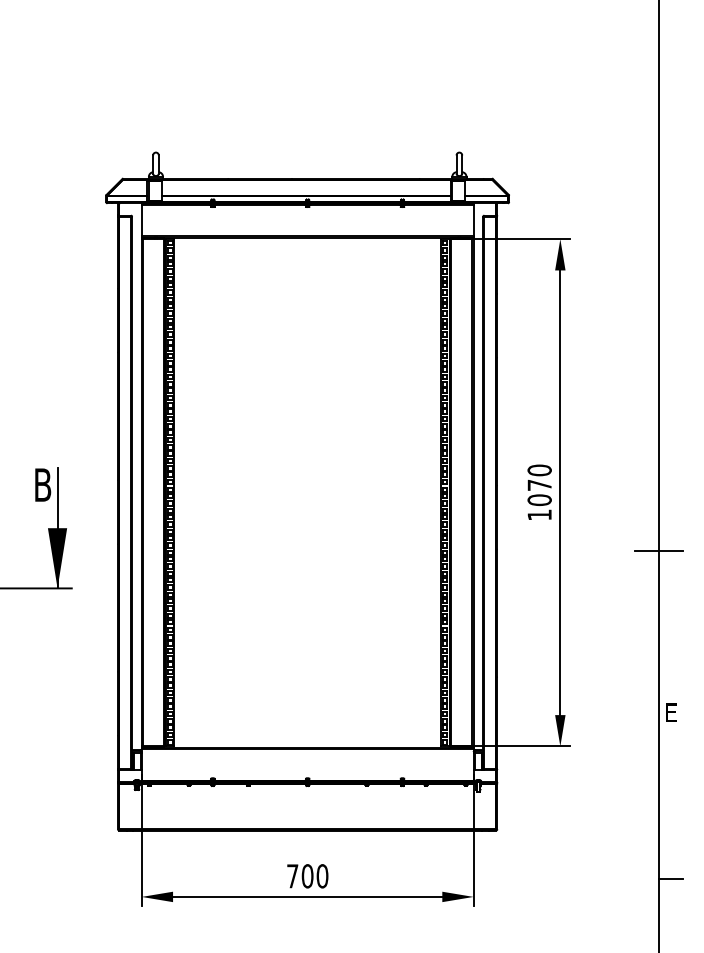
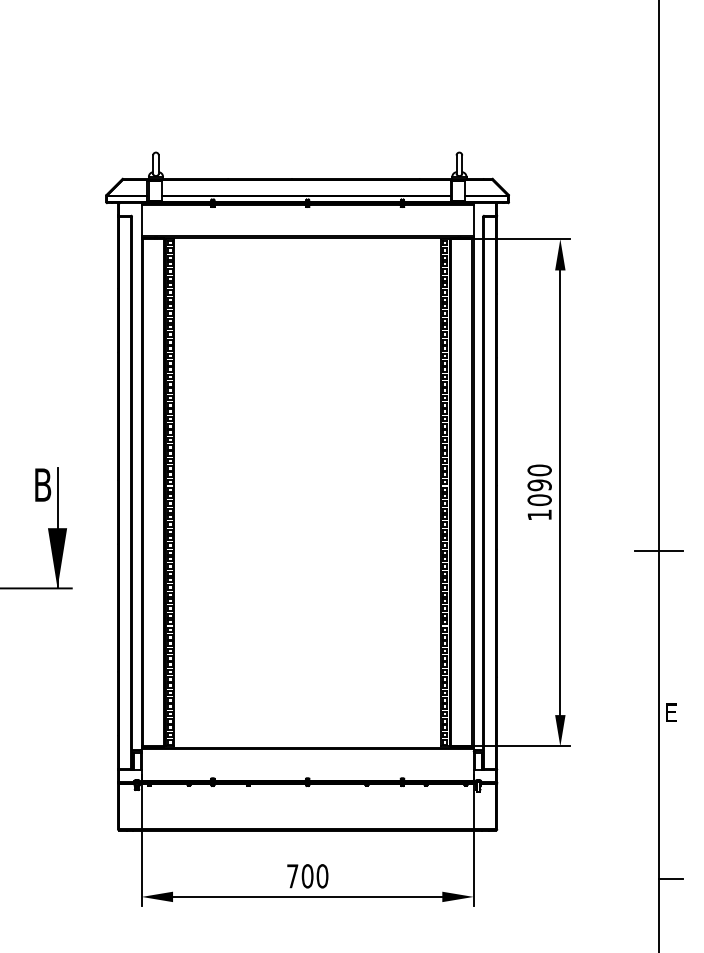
text at (539, 485): 1070 -> 1090
